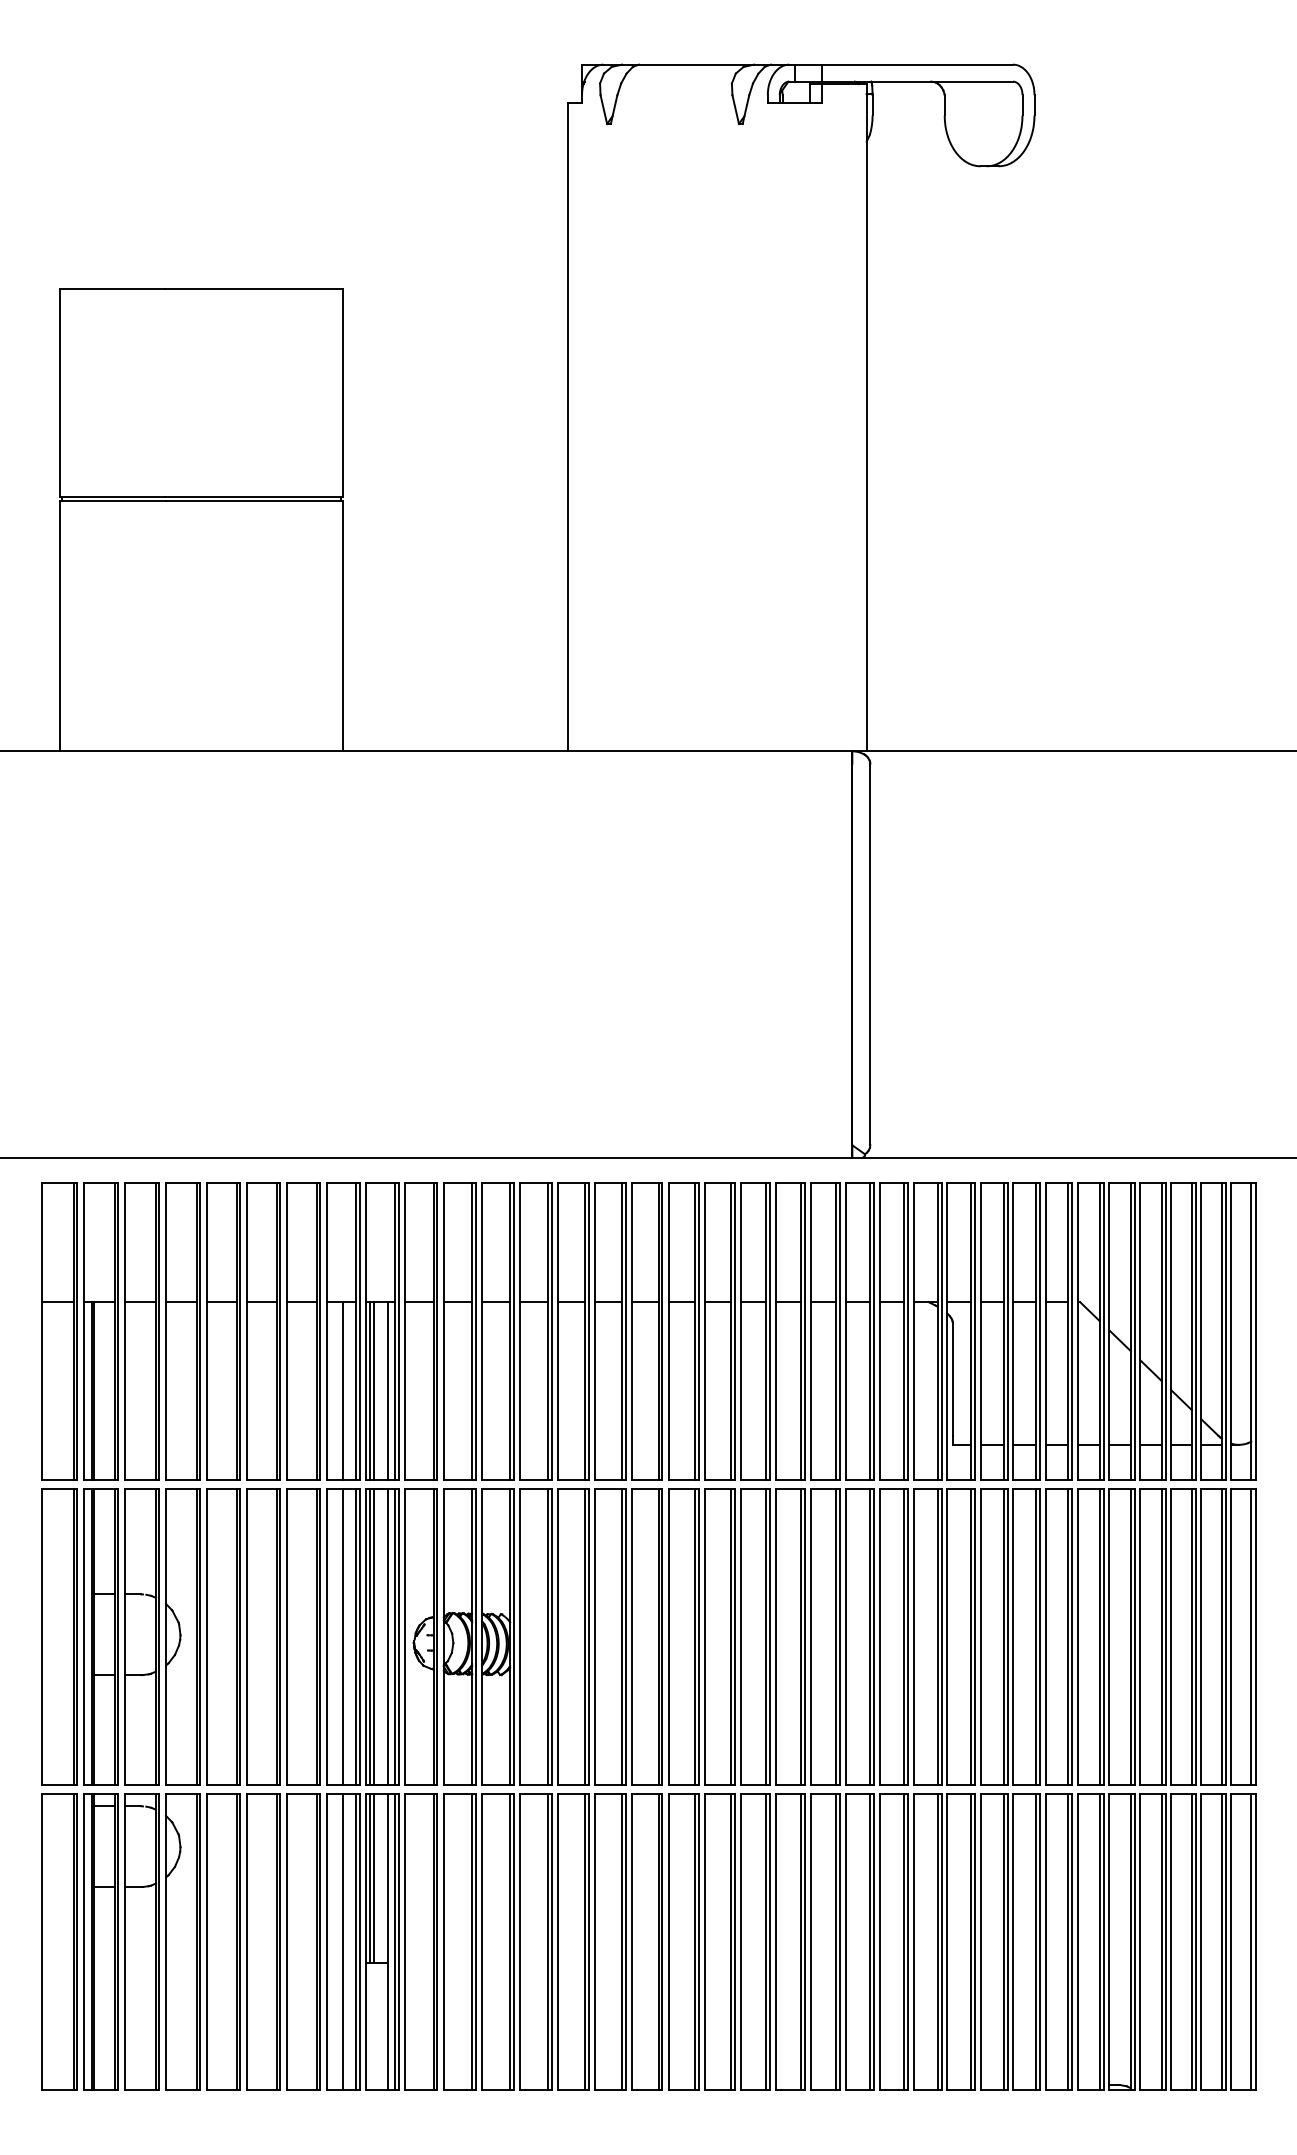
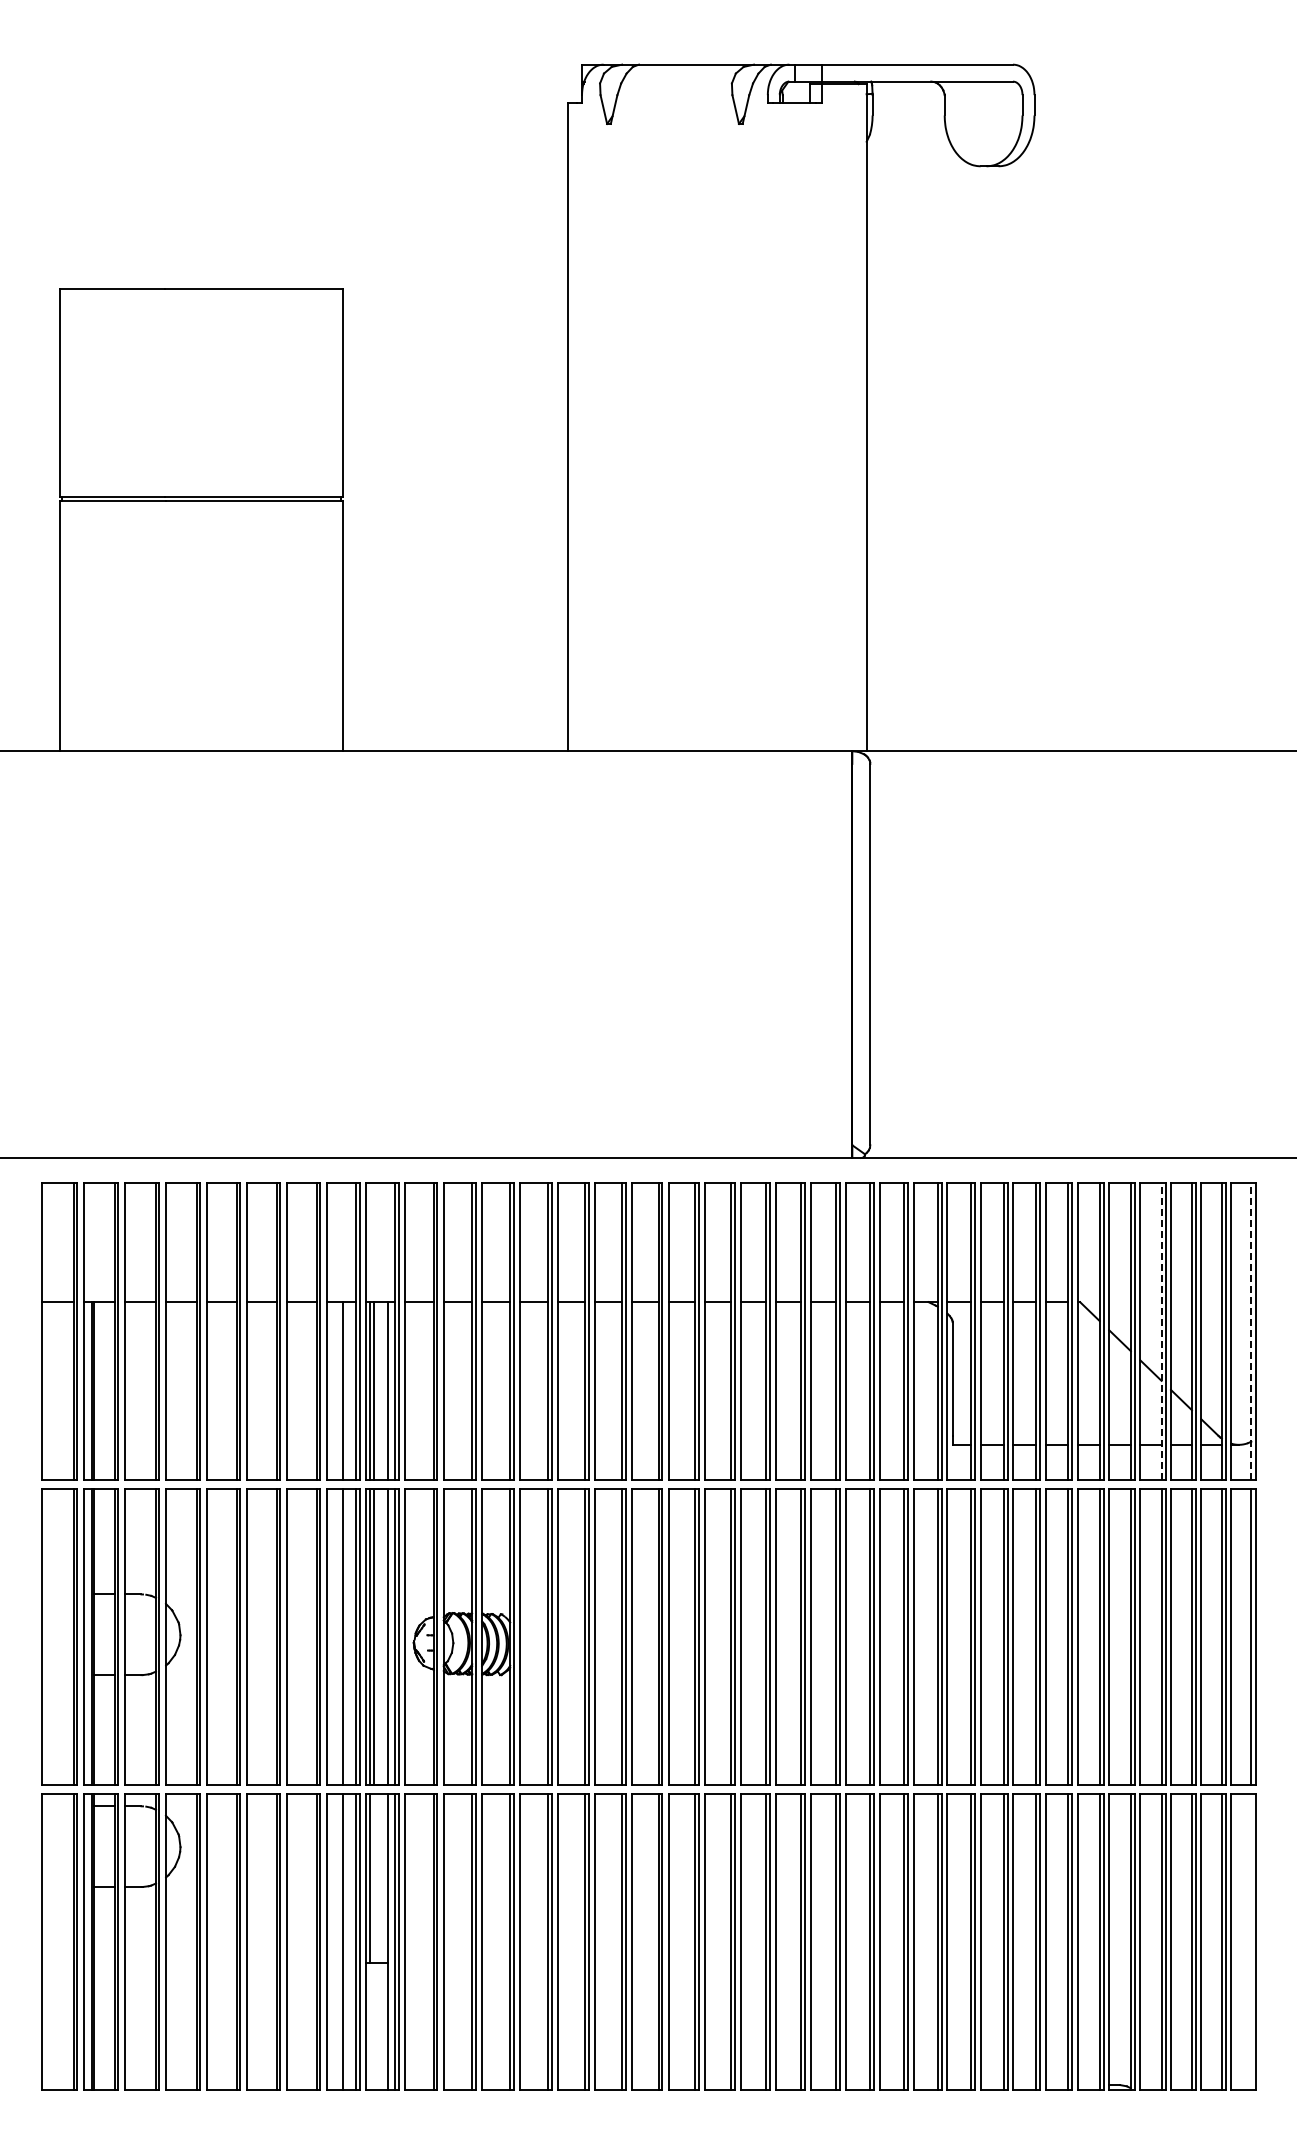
line at (1161, 1331): solid -> dashed
line at (1251, 1331): solid -> dashed
line at (373, 1878): present -> none
line at (1251, 1941): present -> none
